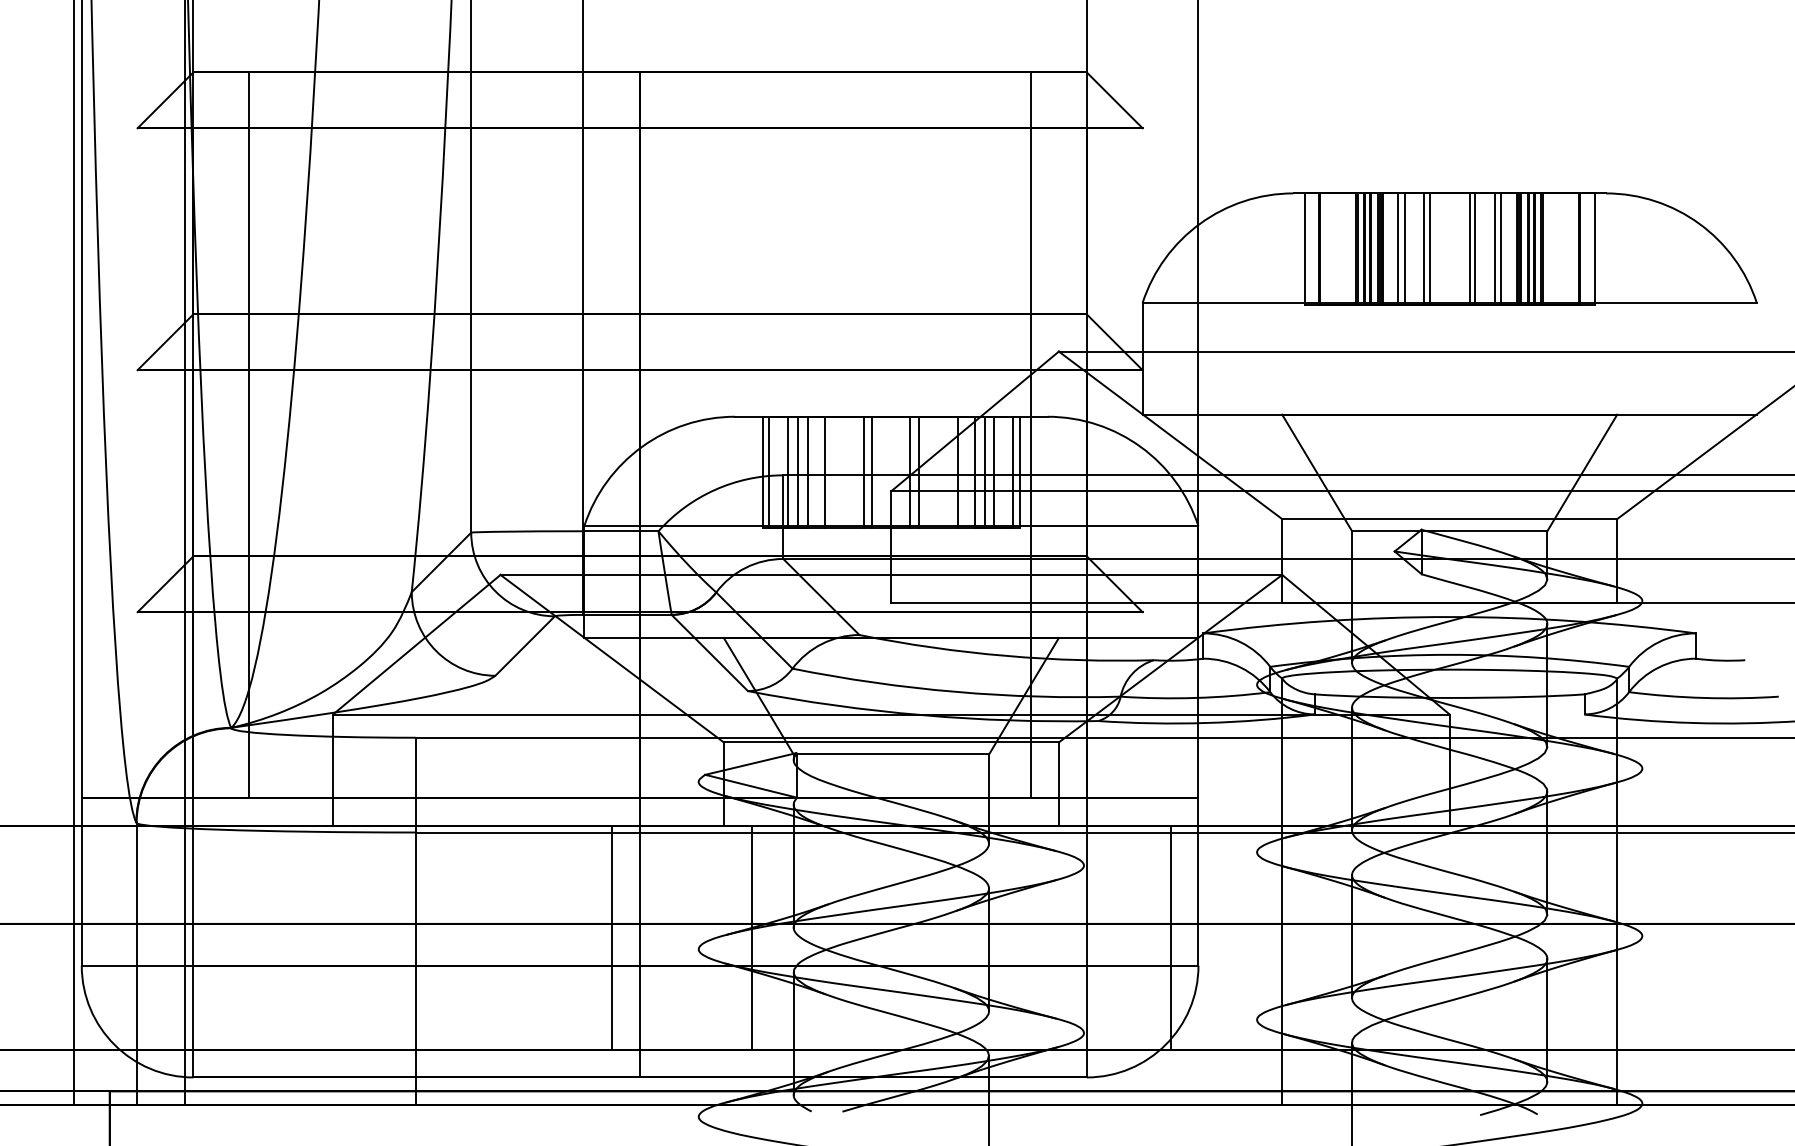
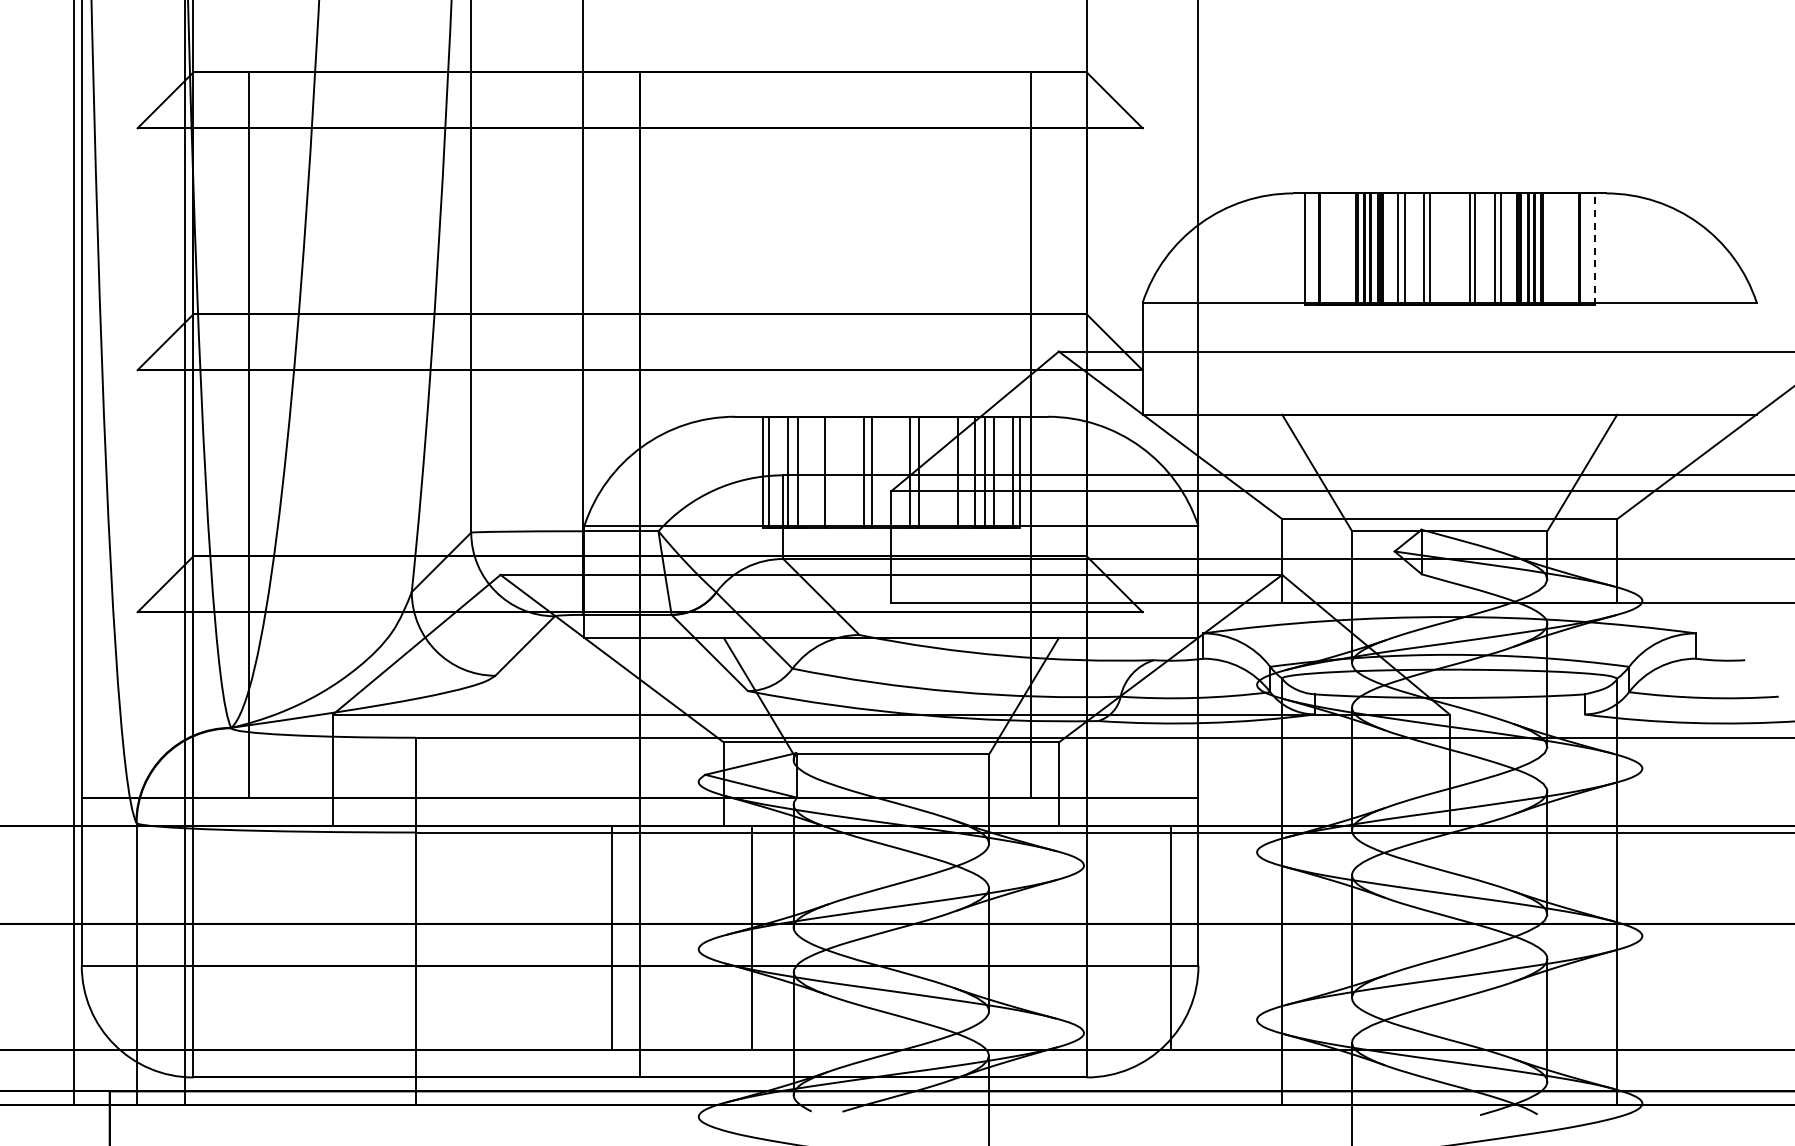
line at (1594, 249): solid -> dashed
line at (807, 472): present -> none
